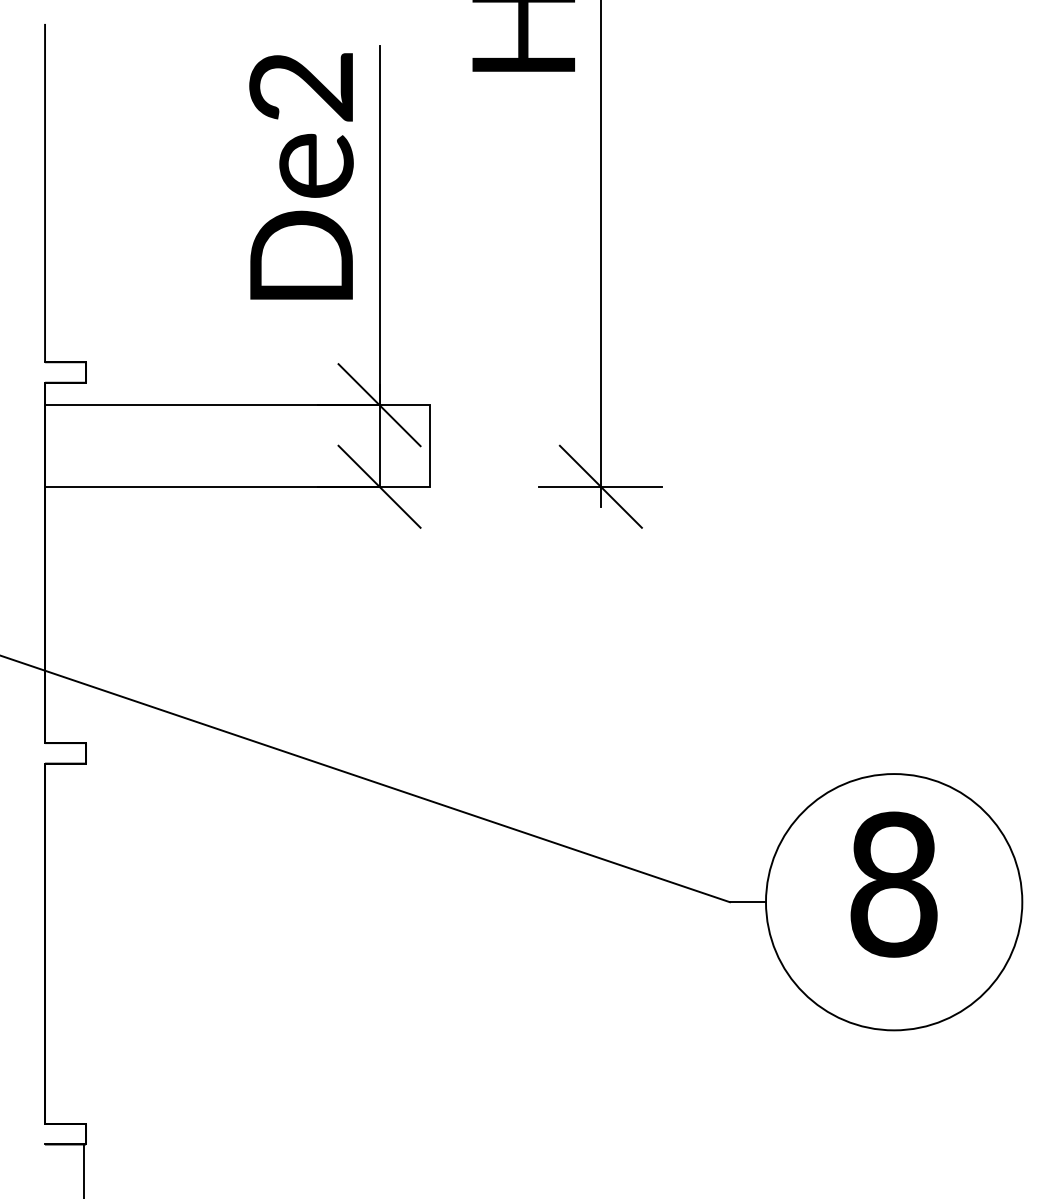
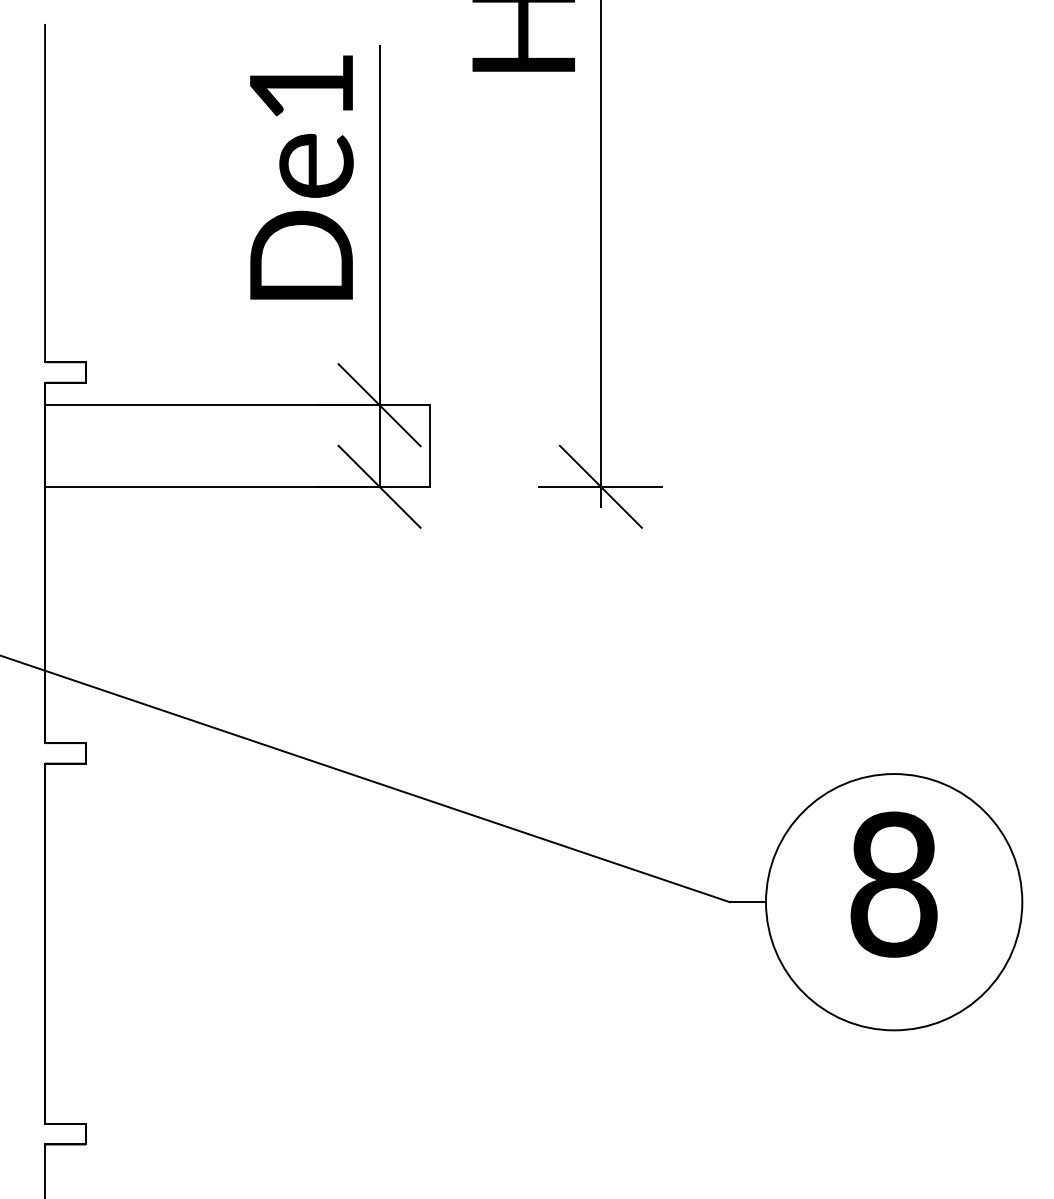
text at (300, 87): De2 -> De1
line at (83, 1169) position: (83, 1169) -> (44, 1169)
